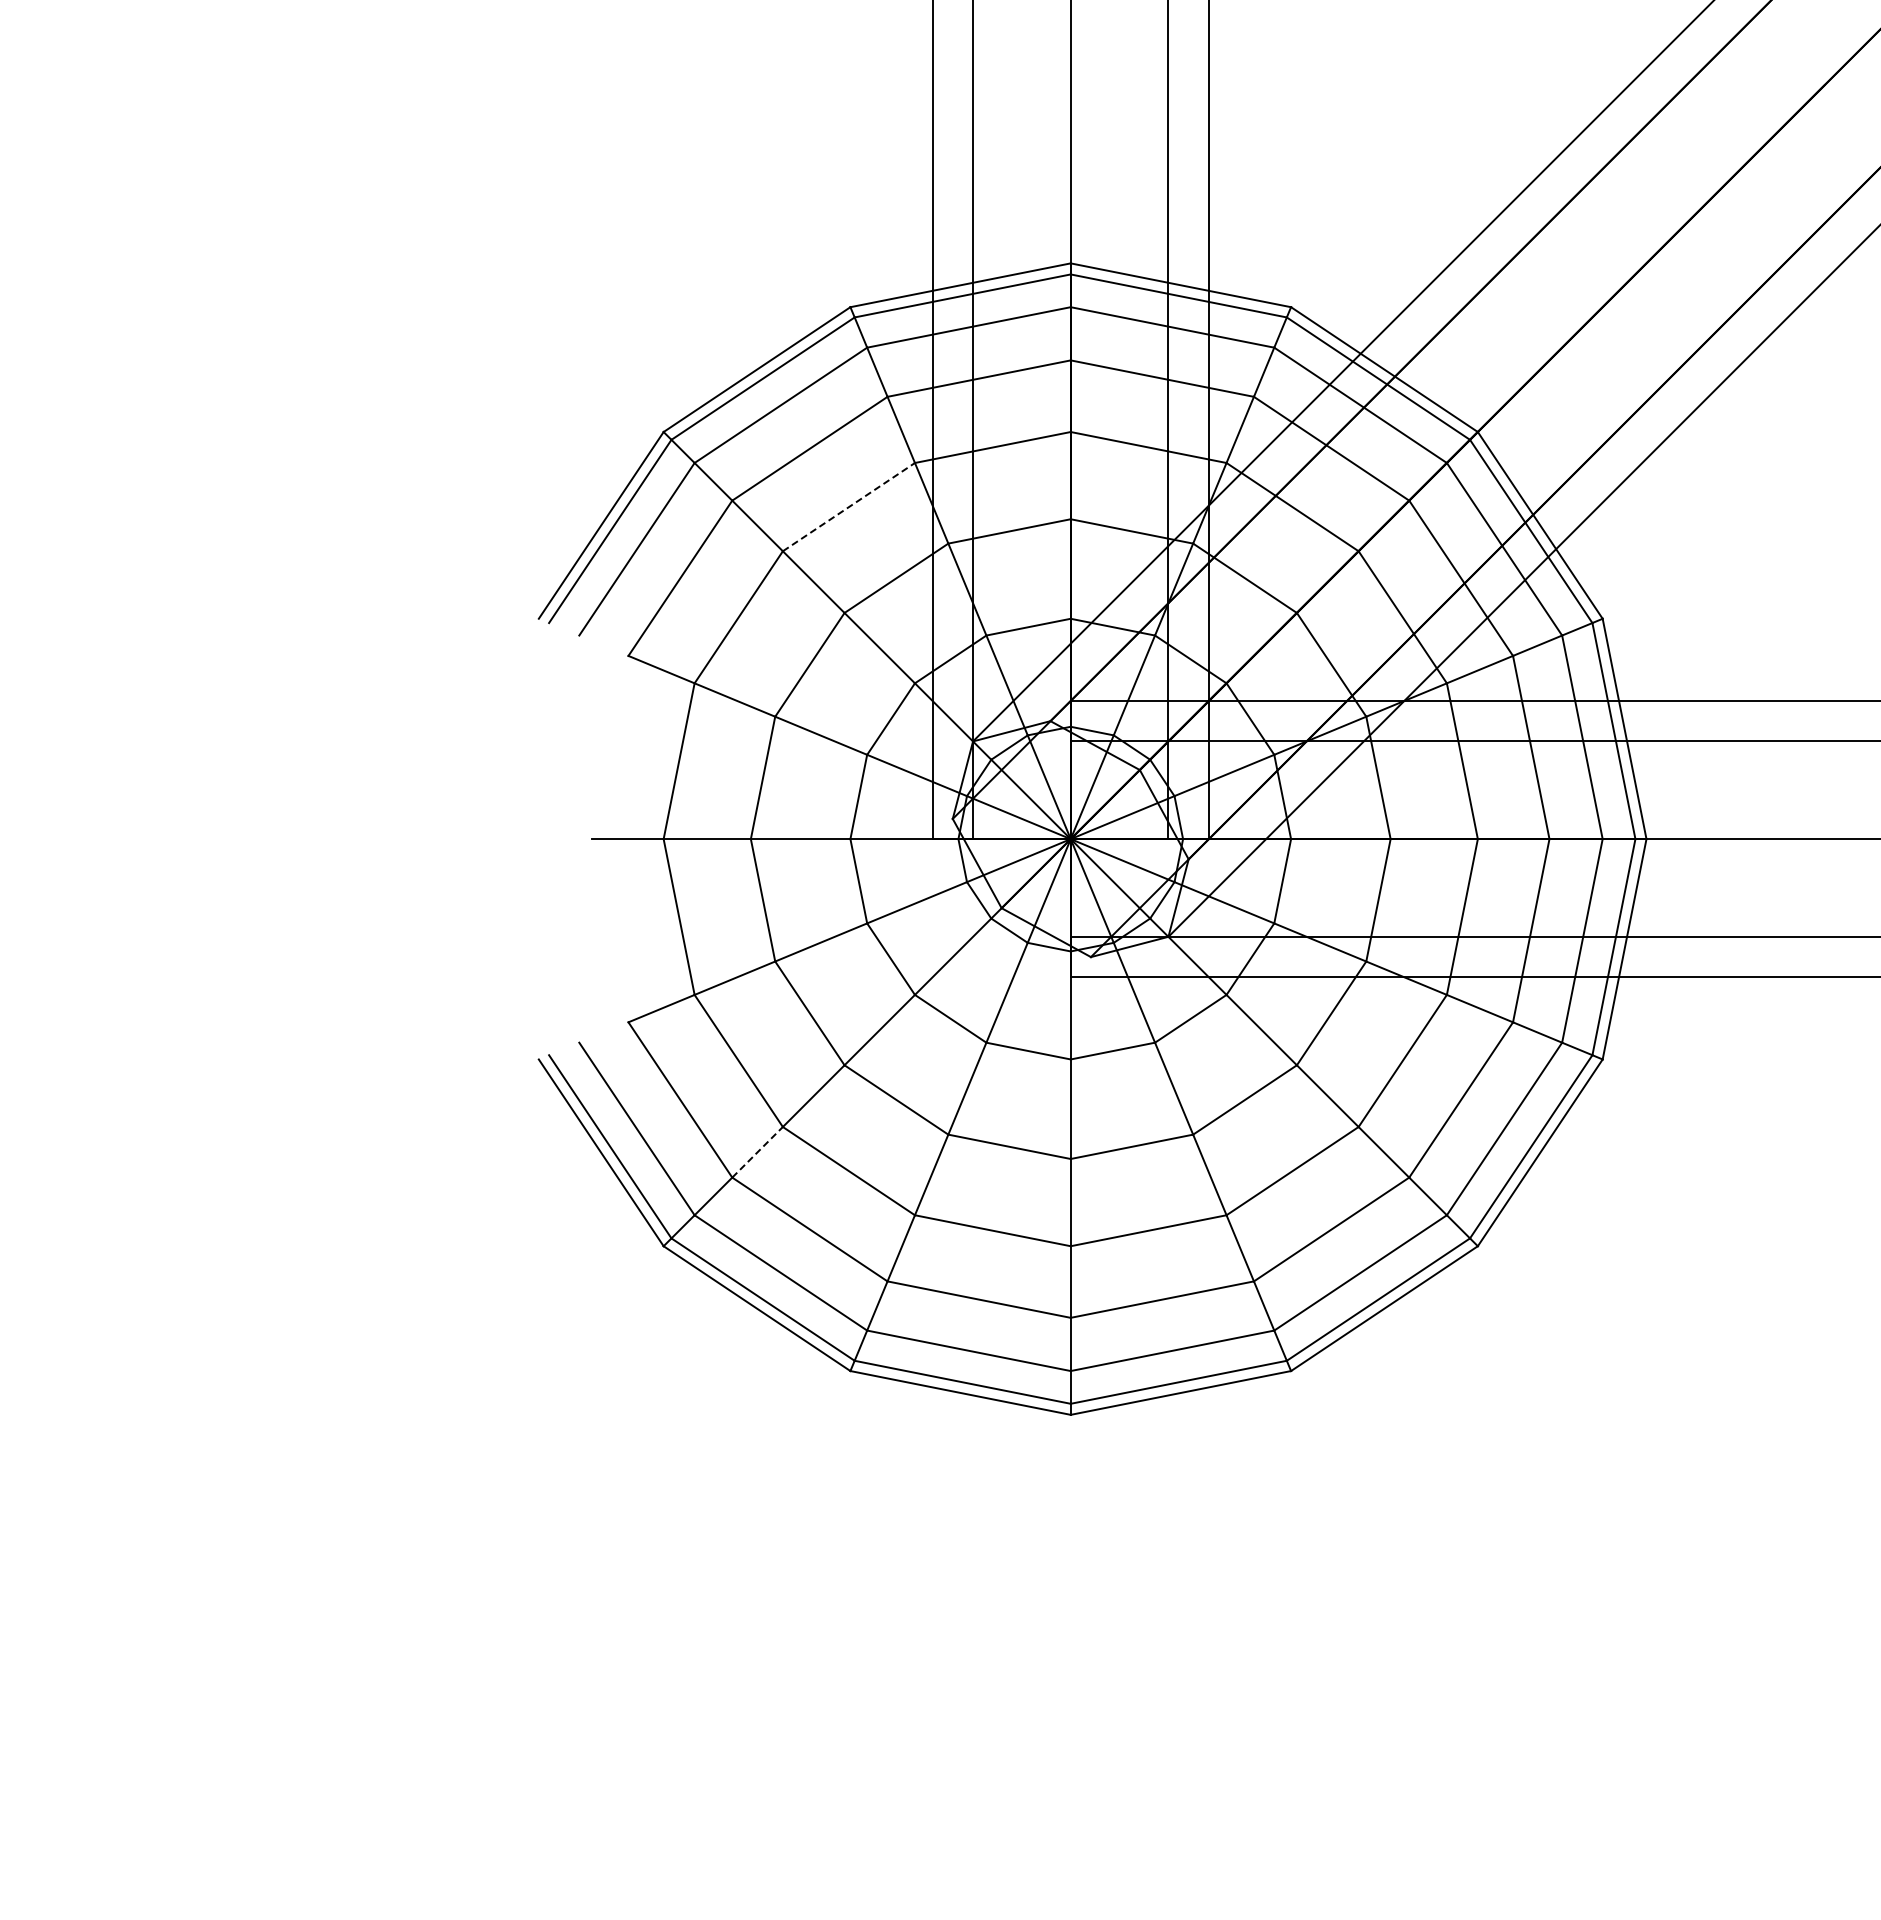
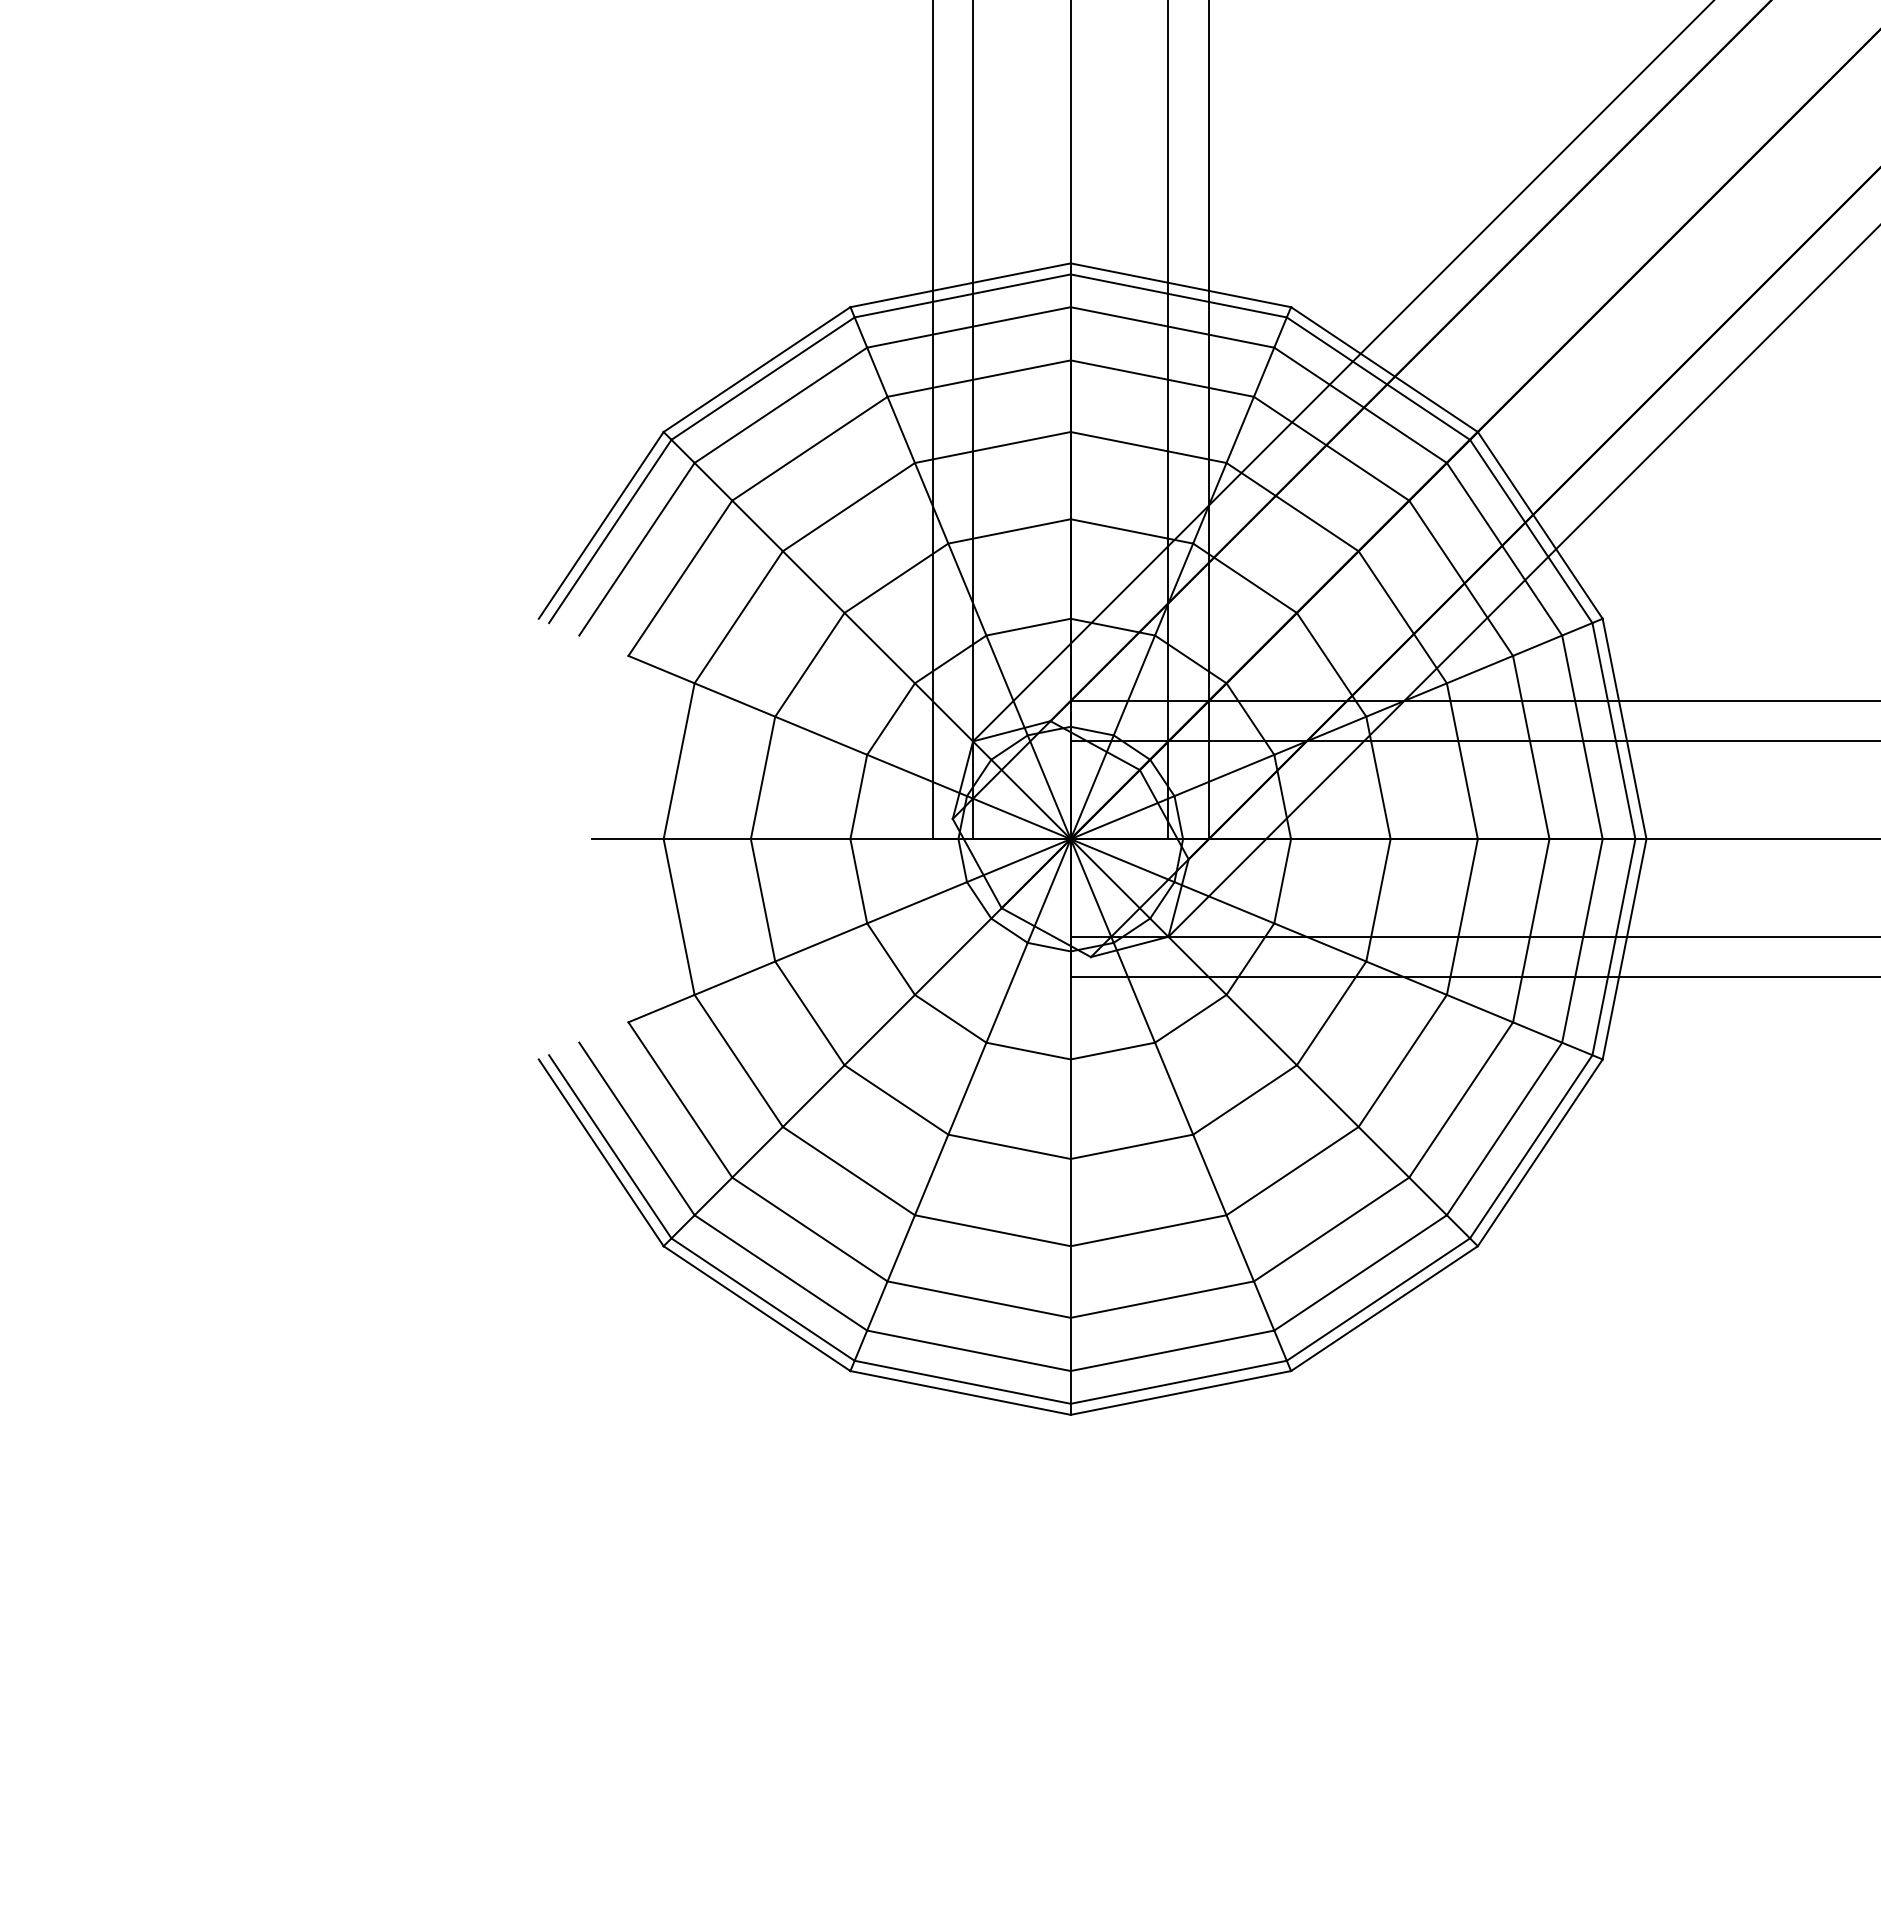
line at (849, 506): dashed -> solid
line at (757, 1152): dashed -> solid
